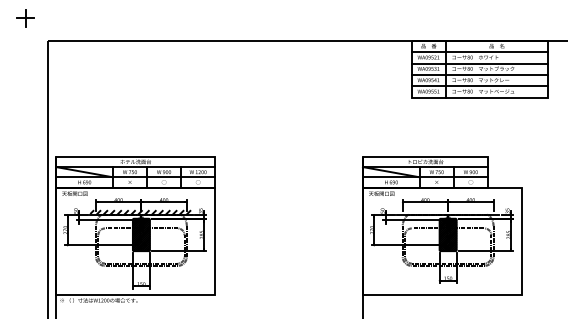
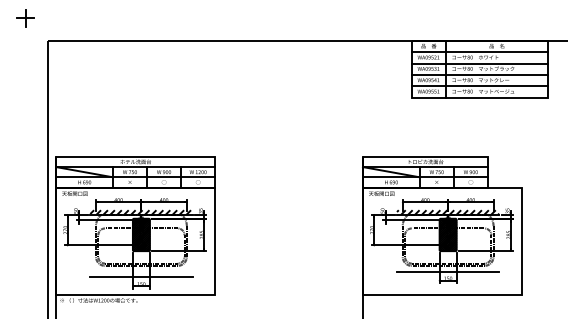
hatch at (448, 212): none -> present
line at (448, 271): none -> present
line at (141, 277): none -> present
